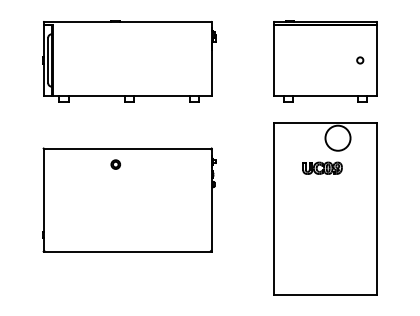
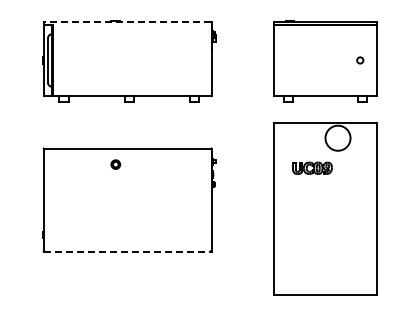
line at (127, 21): solid -> dashed
part at (322, 167) position: (322, 167) -> (312, 167)
line at (127, 251): solid -> dashed
